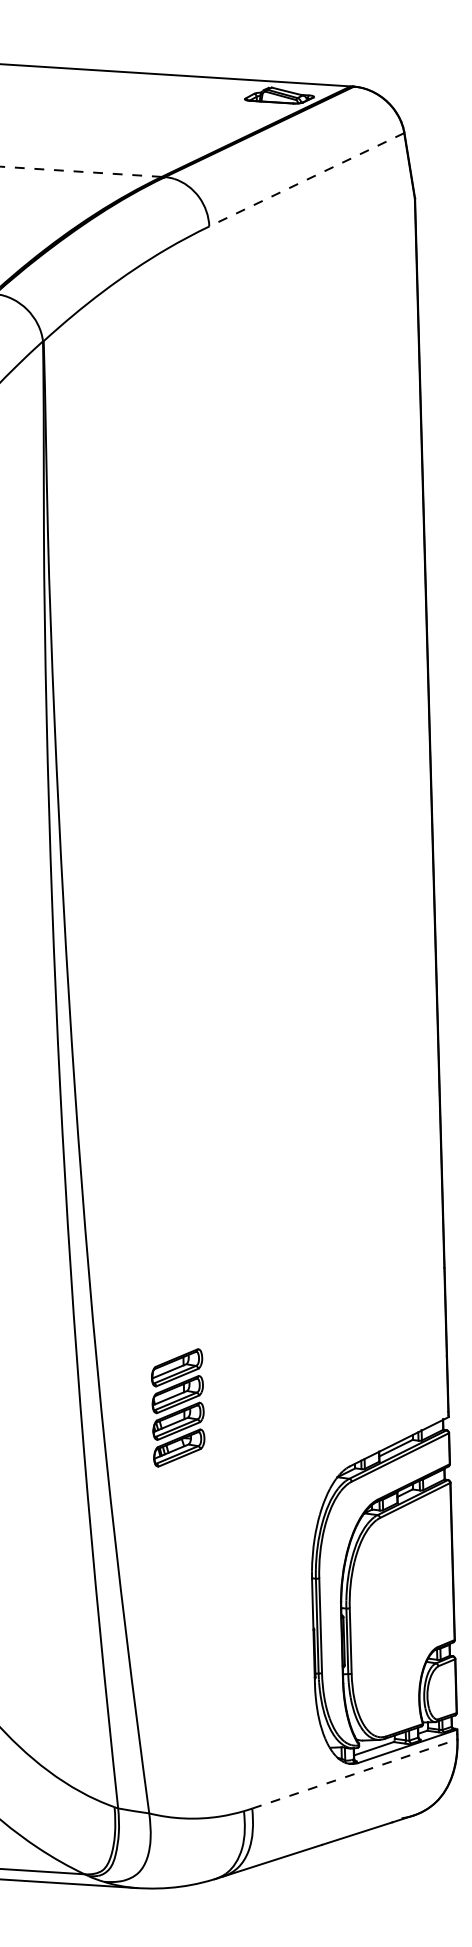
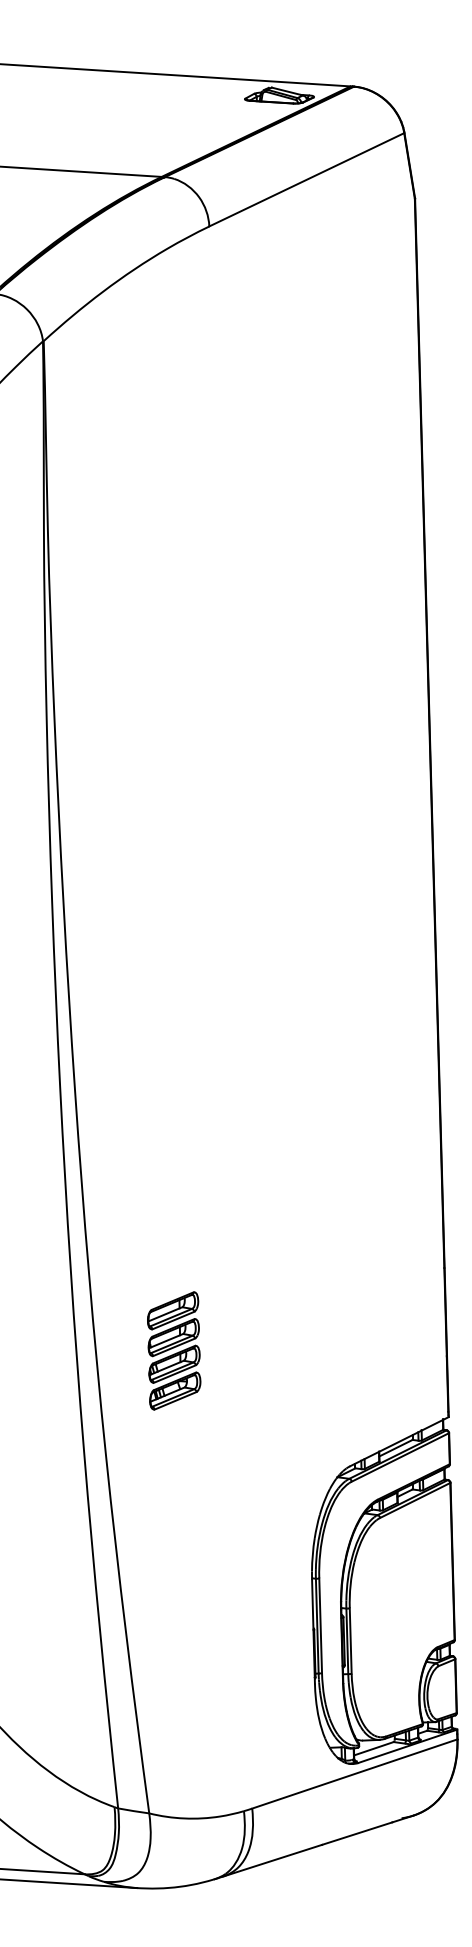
line at (80, 171): dashed -> solid
line at (306, 180): dashed -> solid
part at (178, 1407) position: (178, 1407) -> (174, 1350)
line at (355, 1773): dashed -> solid
